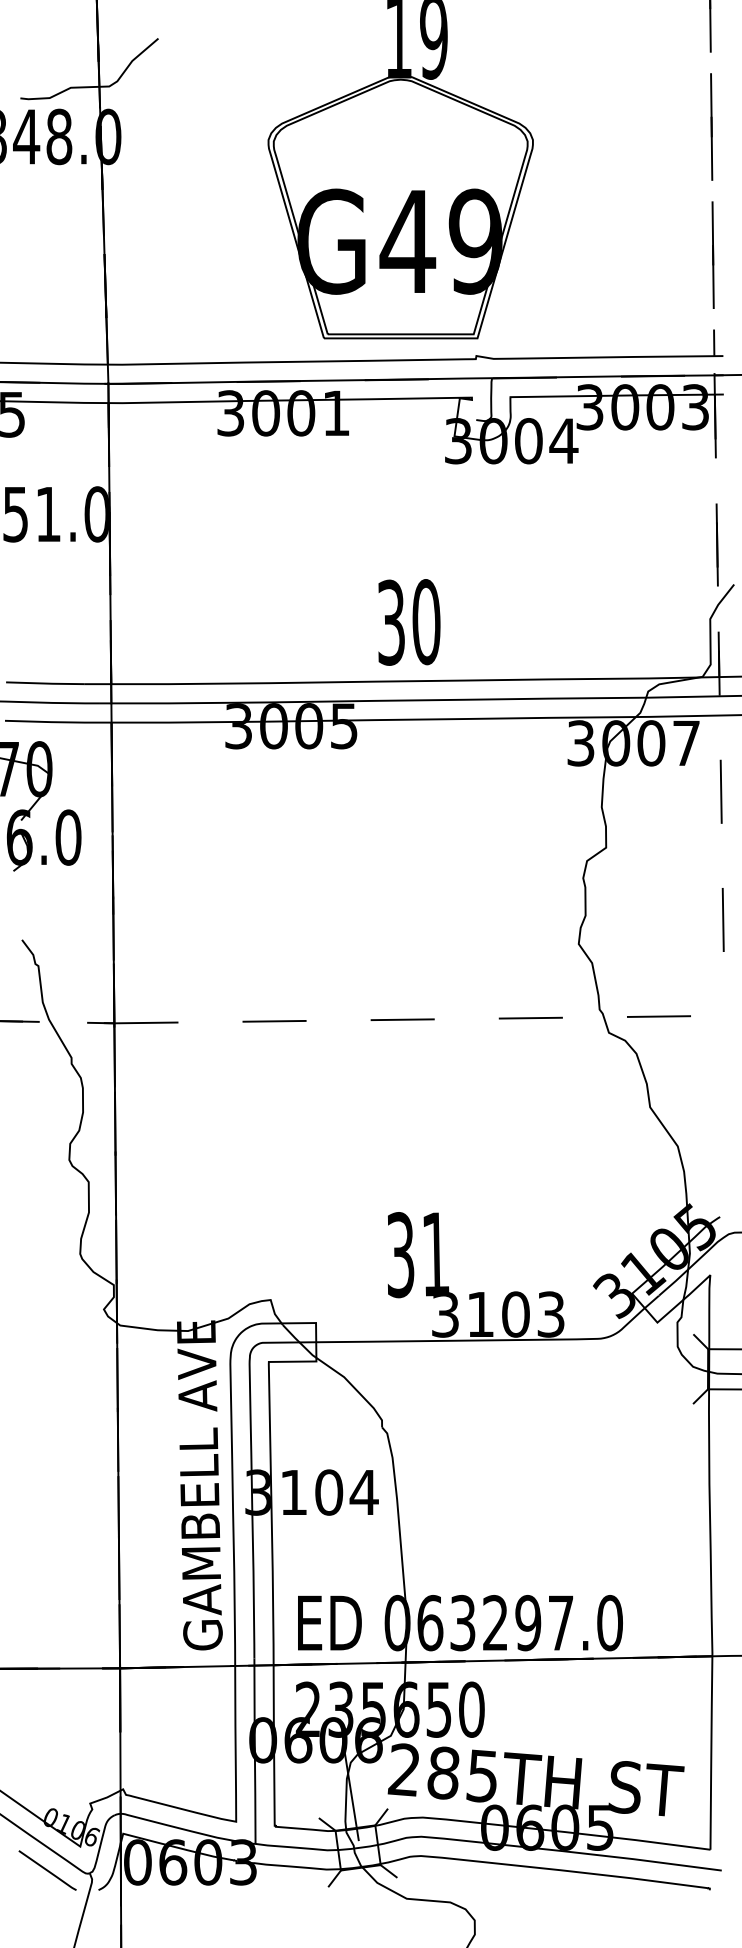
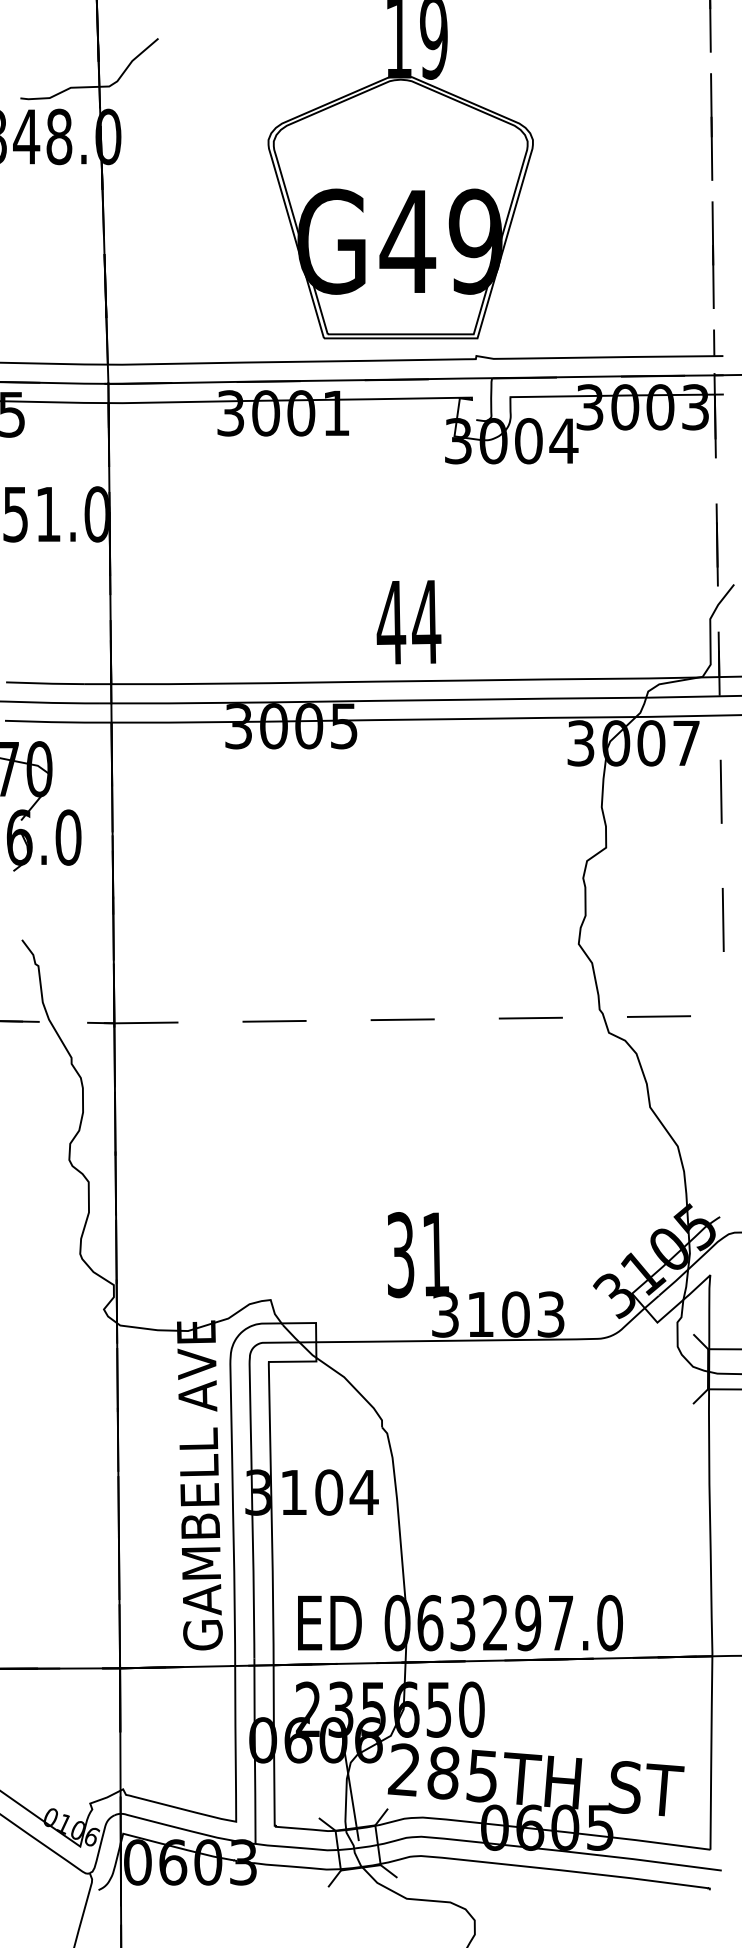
text at (408, 622): 30 -> 44
line at (47, 1870): present -> none
